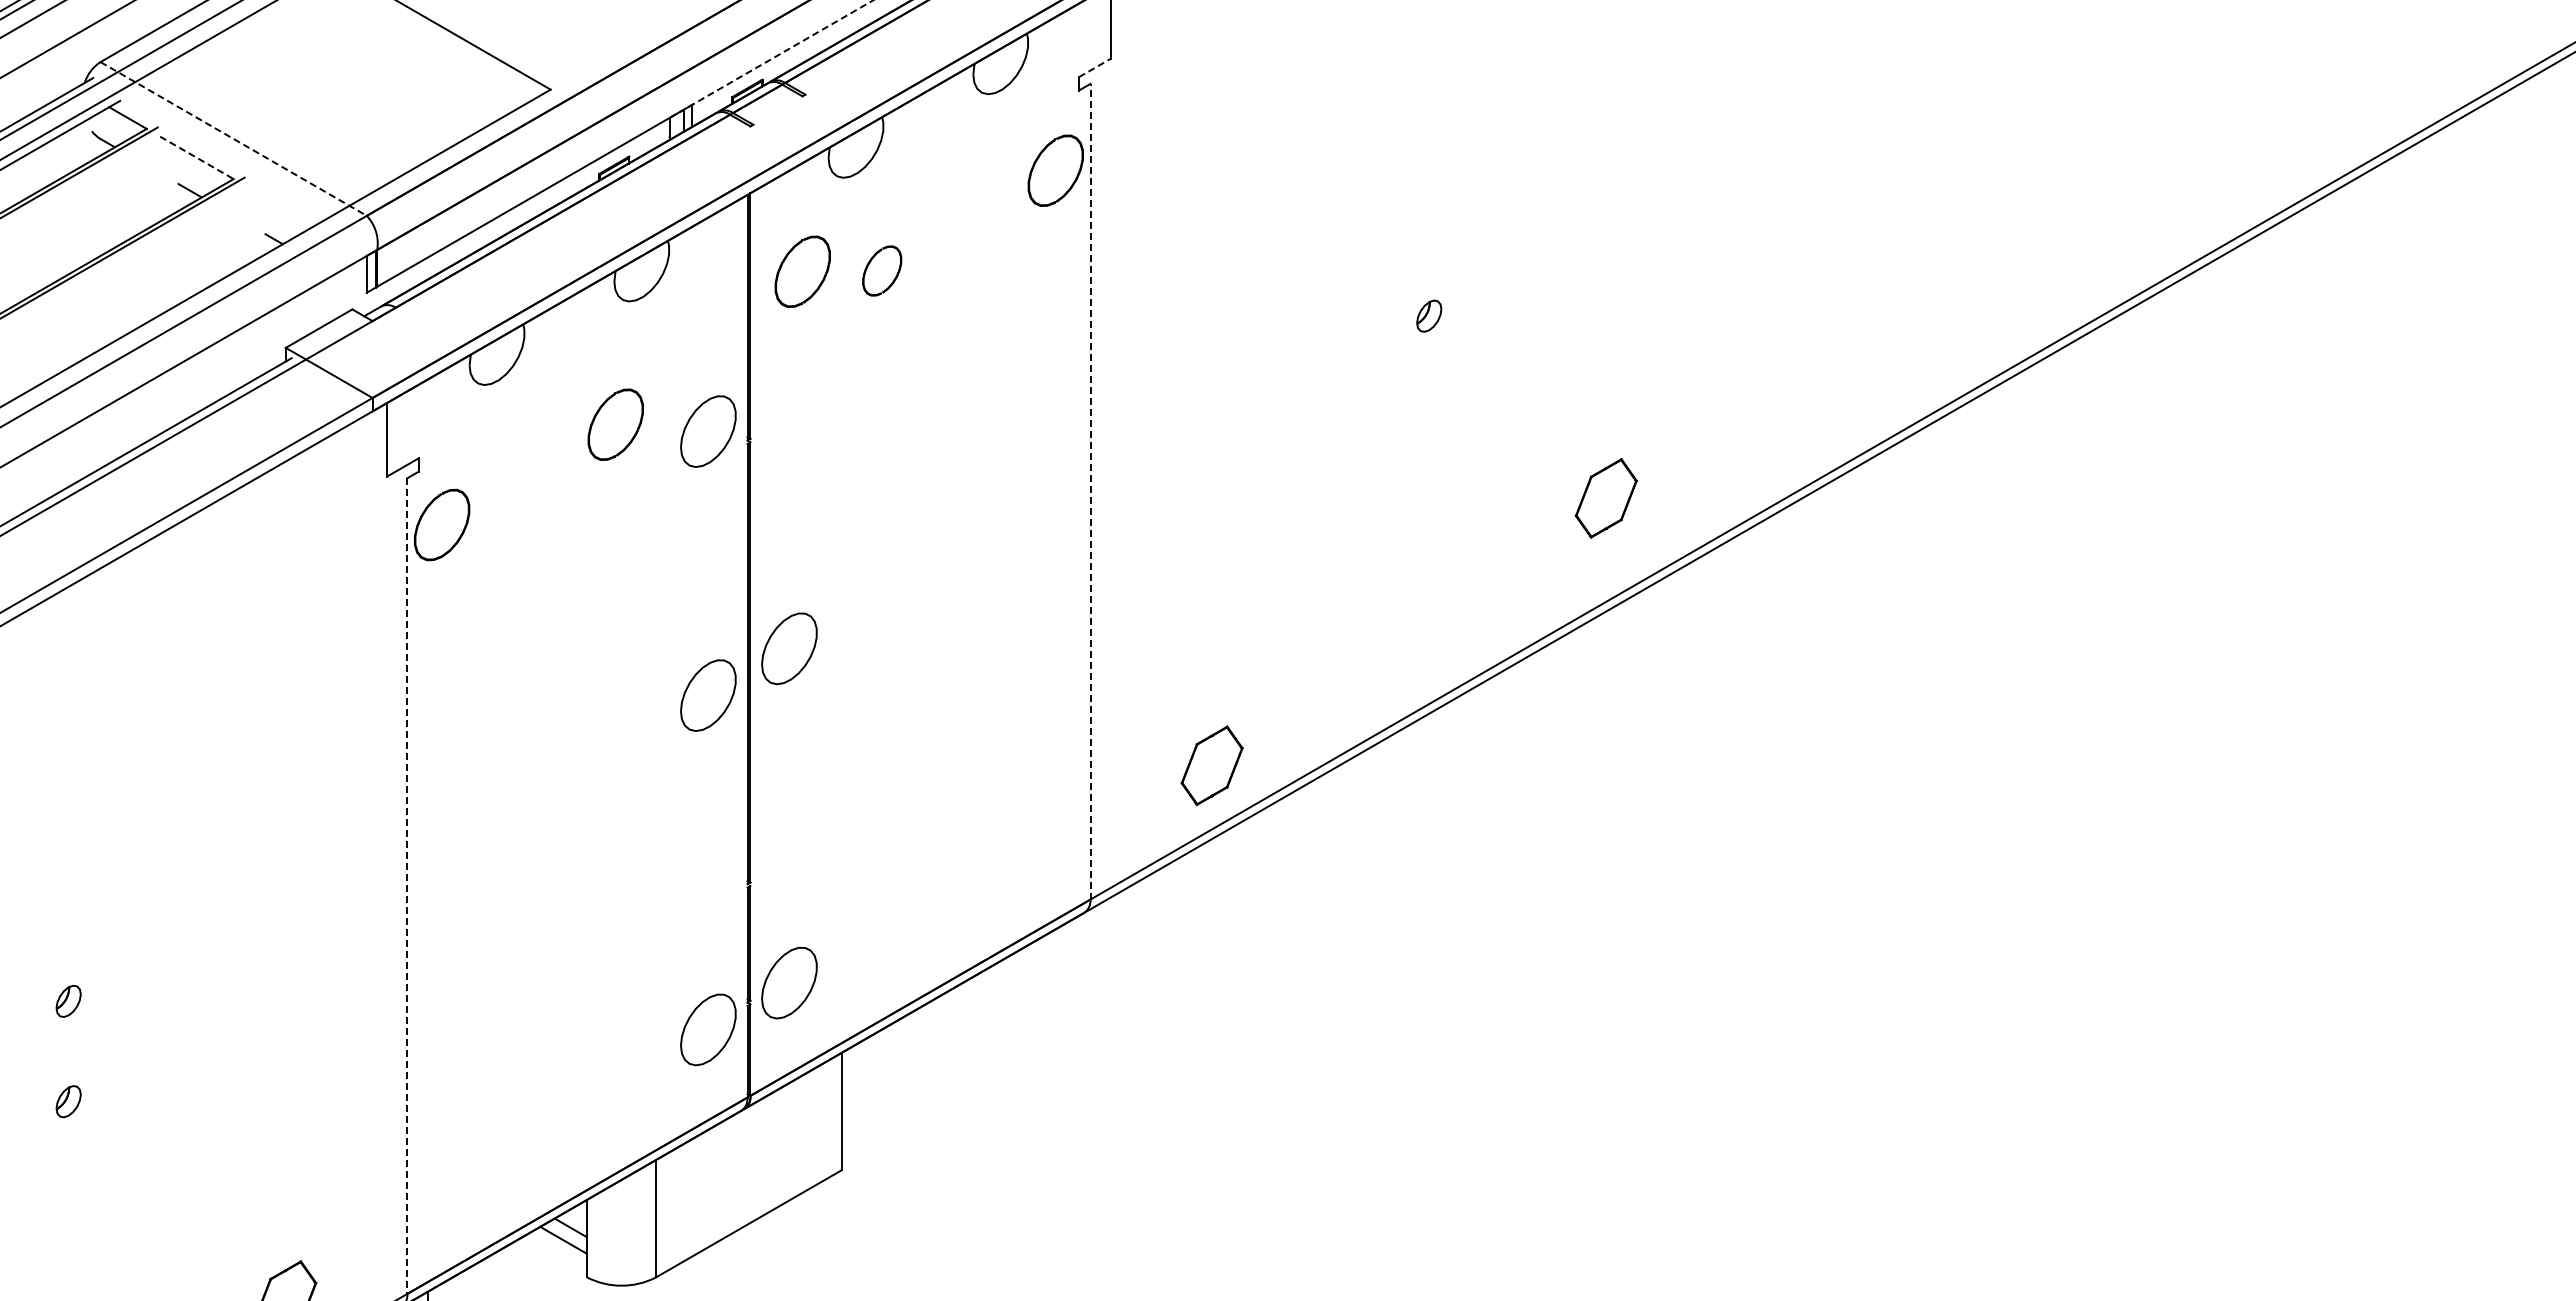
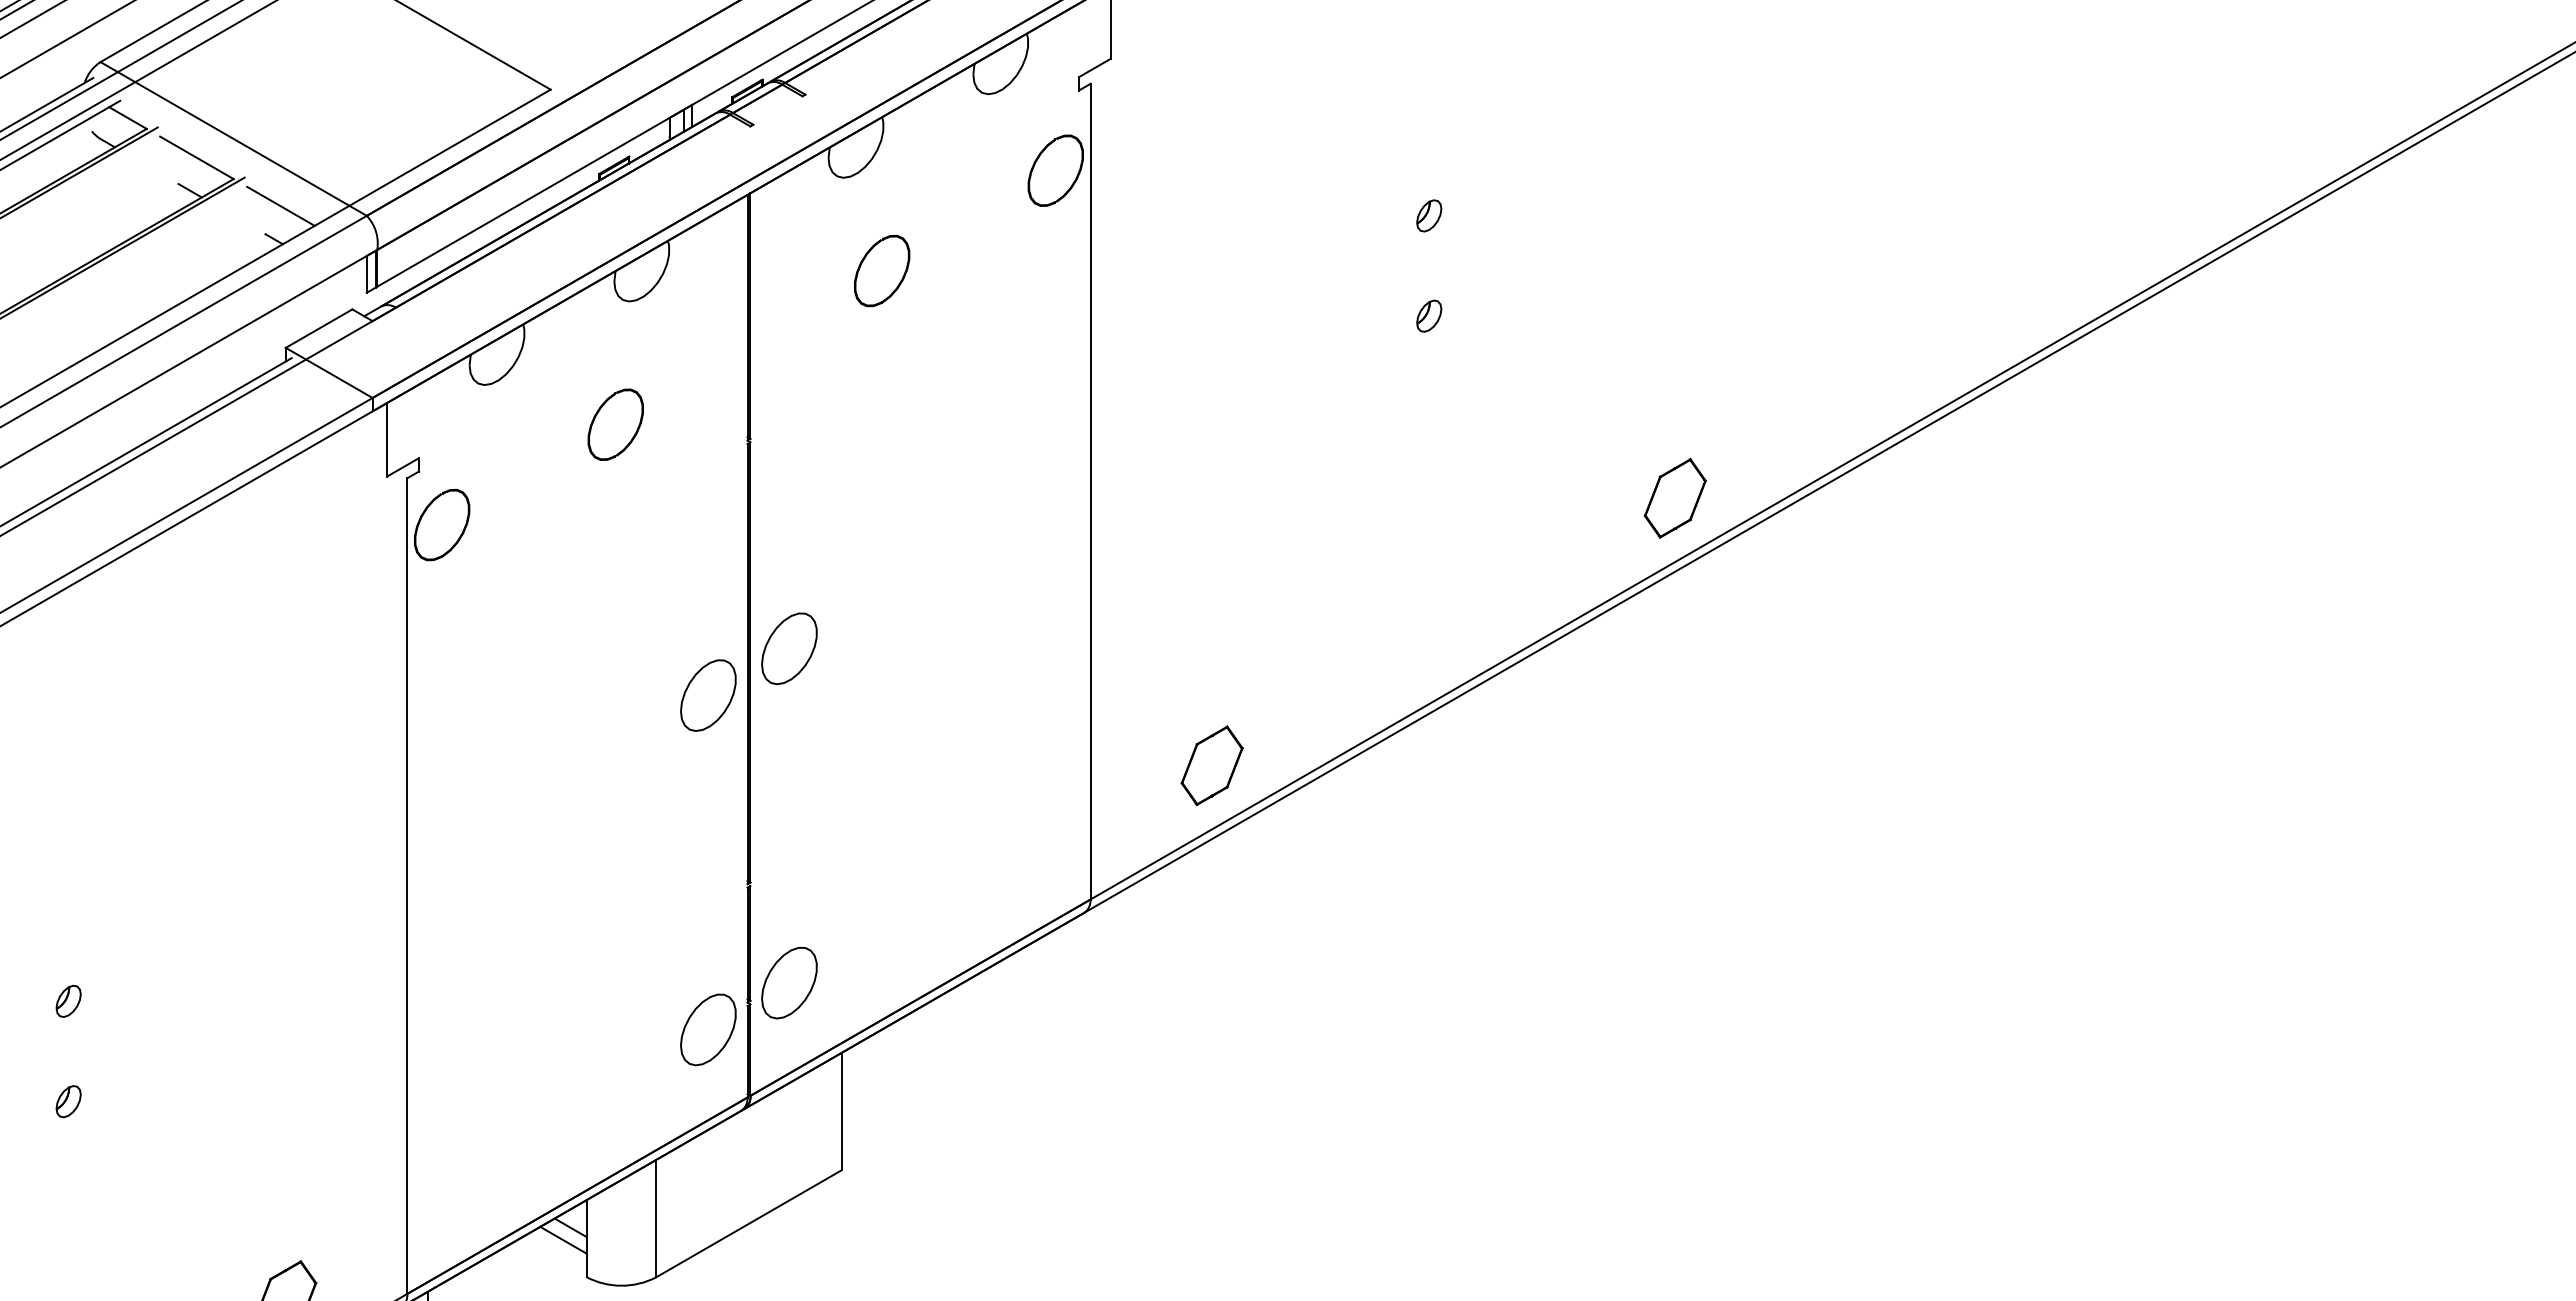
line at (771, 58): dashed -> solid
line at (1095, 67): dashed -> solid
line at (233, 138): dashed -> solid
line at (197, 158): dashed -> solid
line at (280, 205): none -> present
part at (1429, 215): none -> present
part at (882, 270) size: 41x52 px -> 57x74 px
part at (802, 271): present -> none
part at (708, 431): present -> none
line at (1090, 491): dashed -> solid
part at (1605, 498) position: (1605, 498) -> (1674, 498)
line at (407, 886): dashed -> solid
